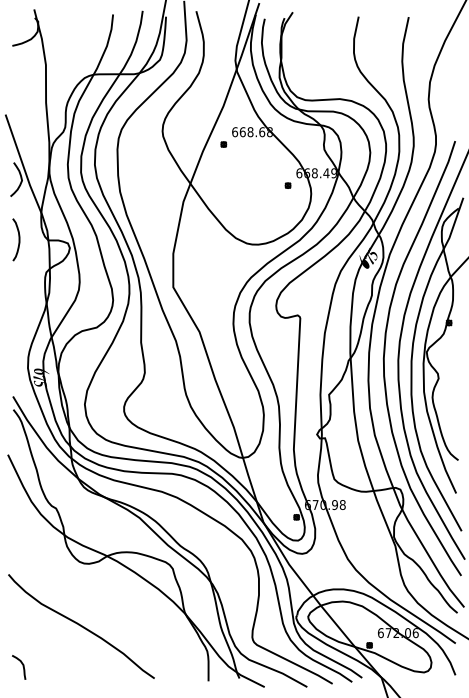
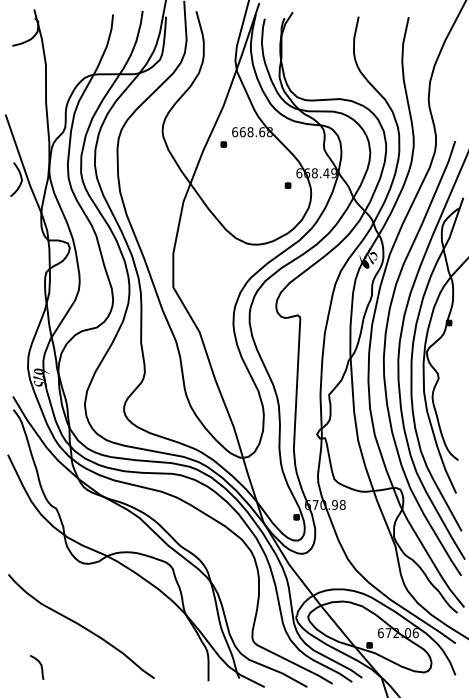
curve at (18, 239): present -> none
curve at (22, 666) position: (22, 666) -> (40, 666)
